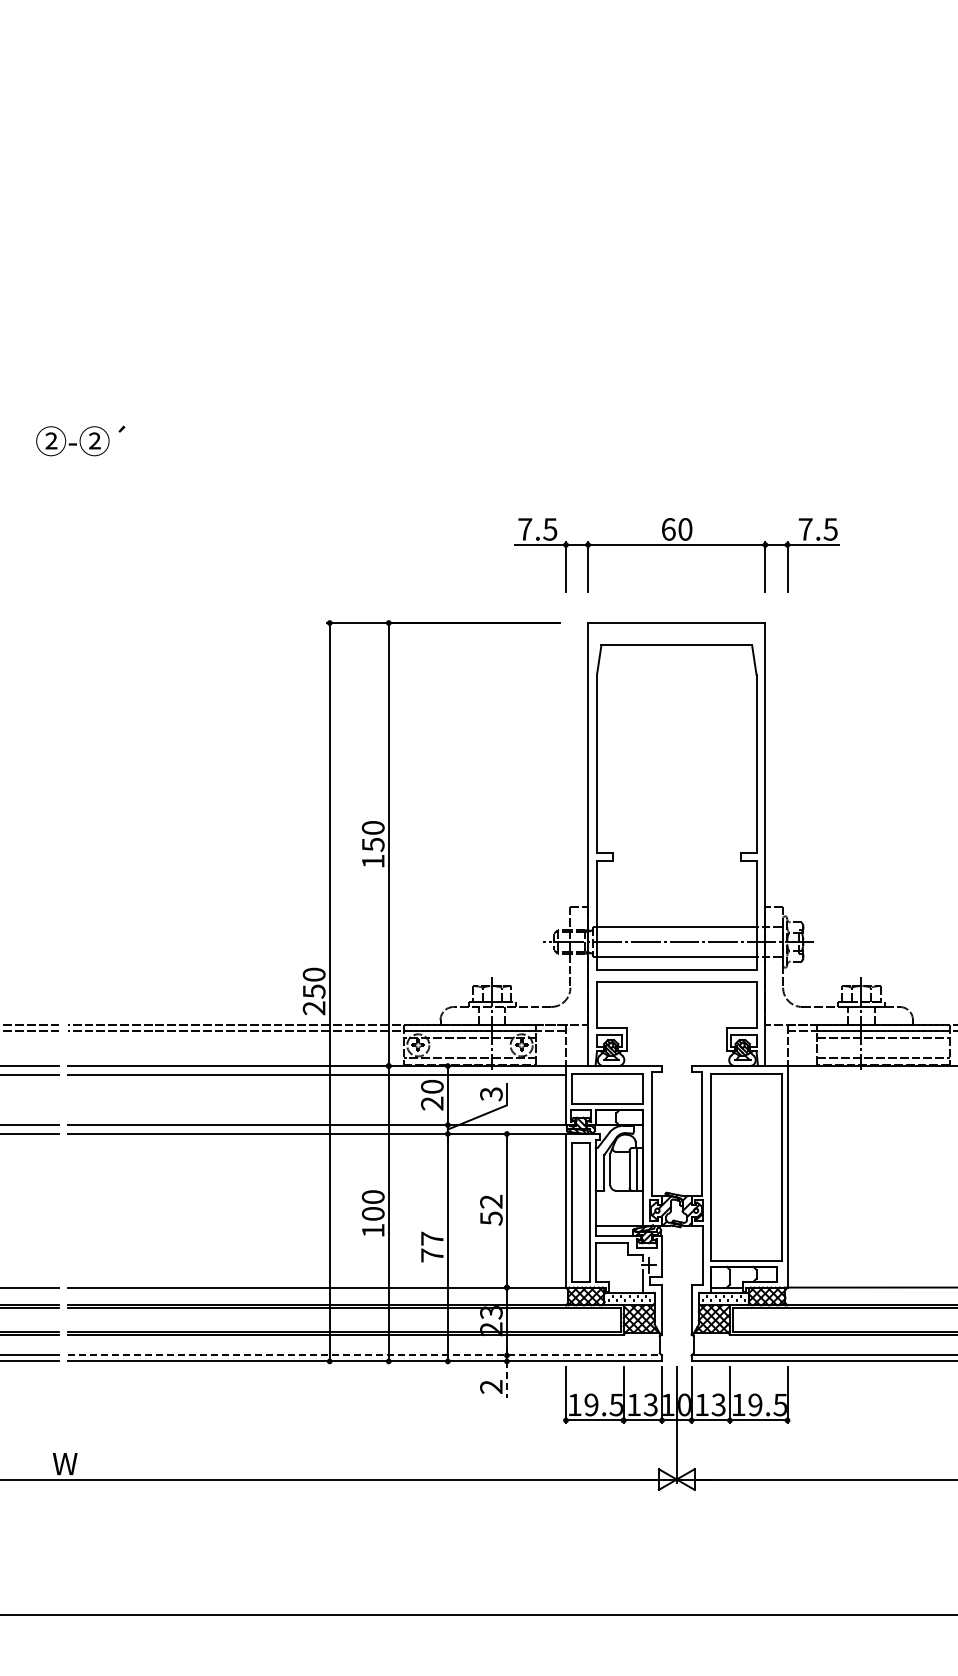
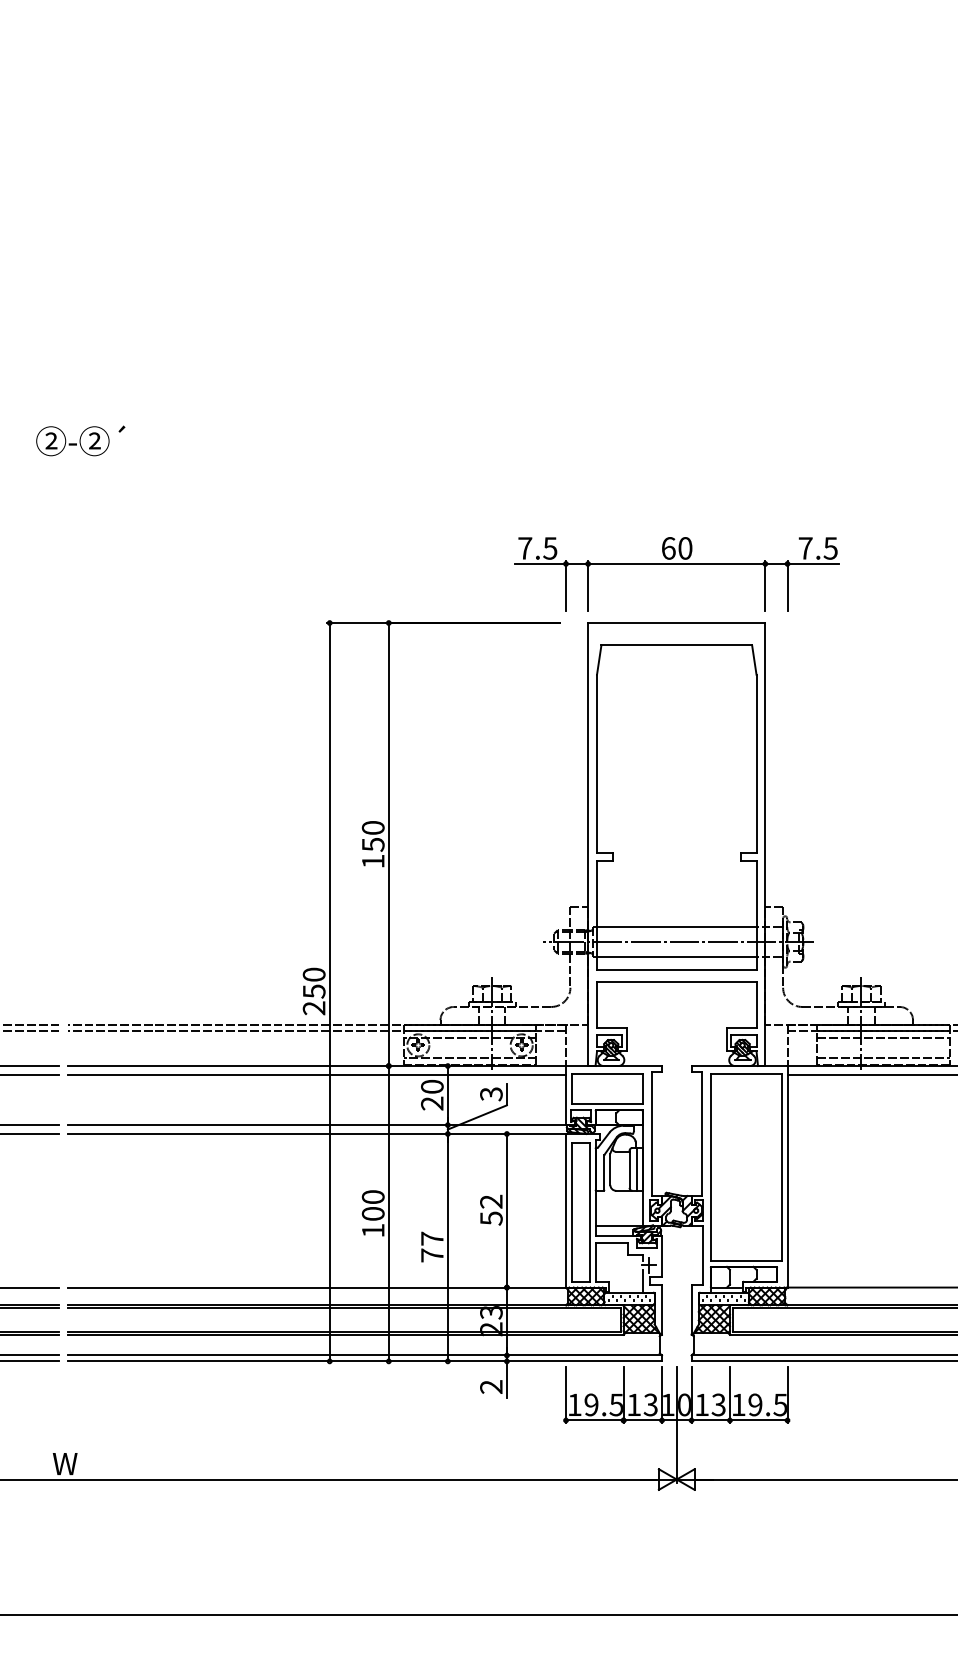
part at (676, 545) position: (676, 545) -> (676, 564)
line at (870, 1074): none -> present
line at (365, 1355): dashed -> solid
line at (506, 1380): dashed -> solid
